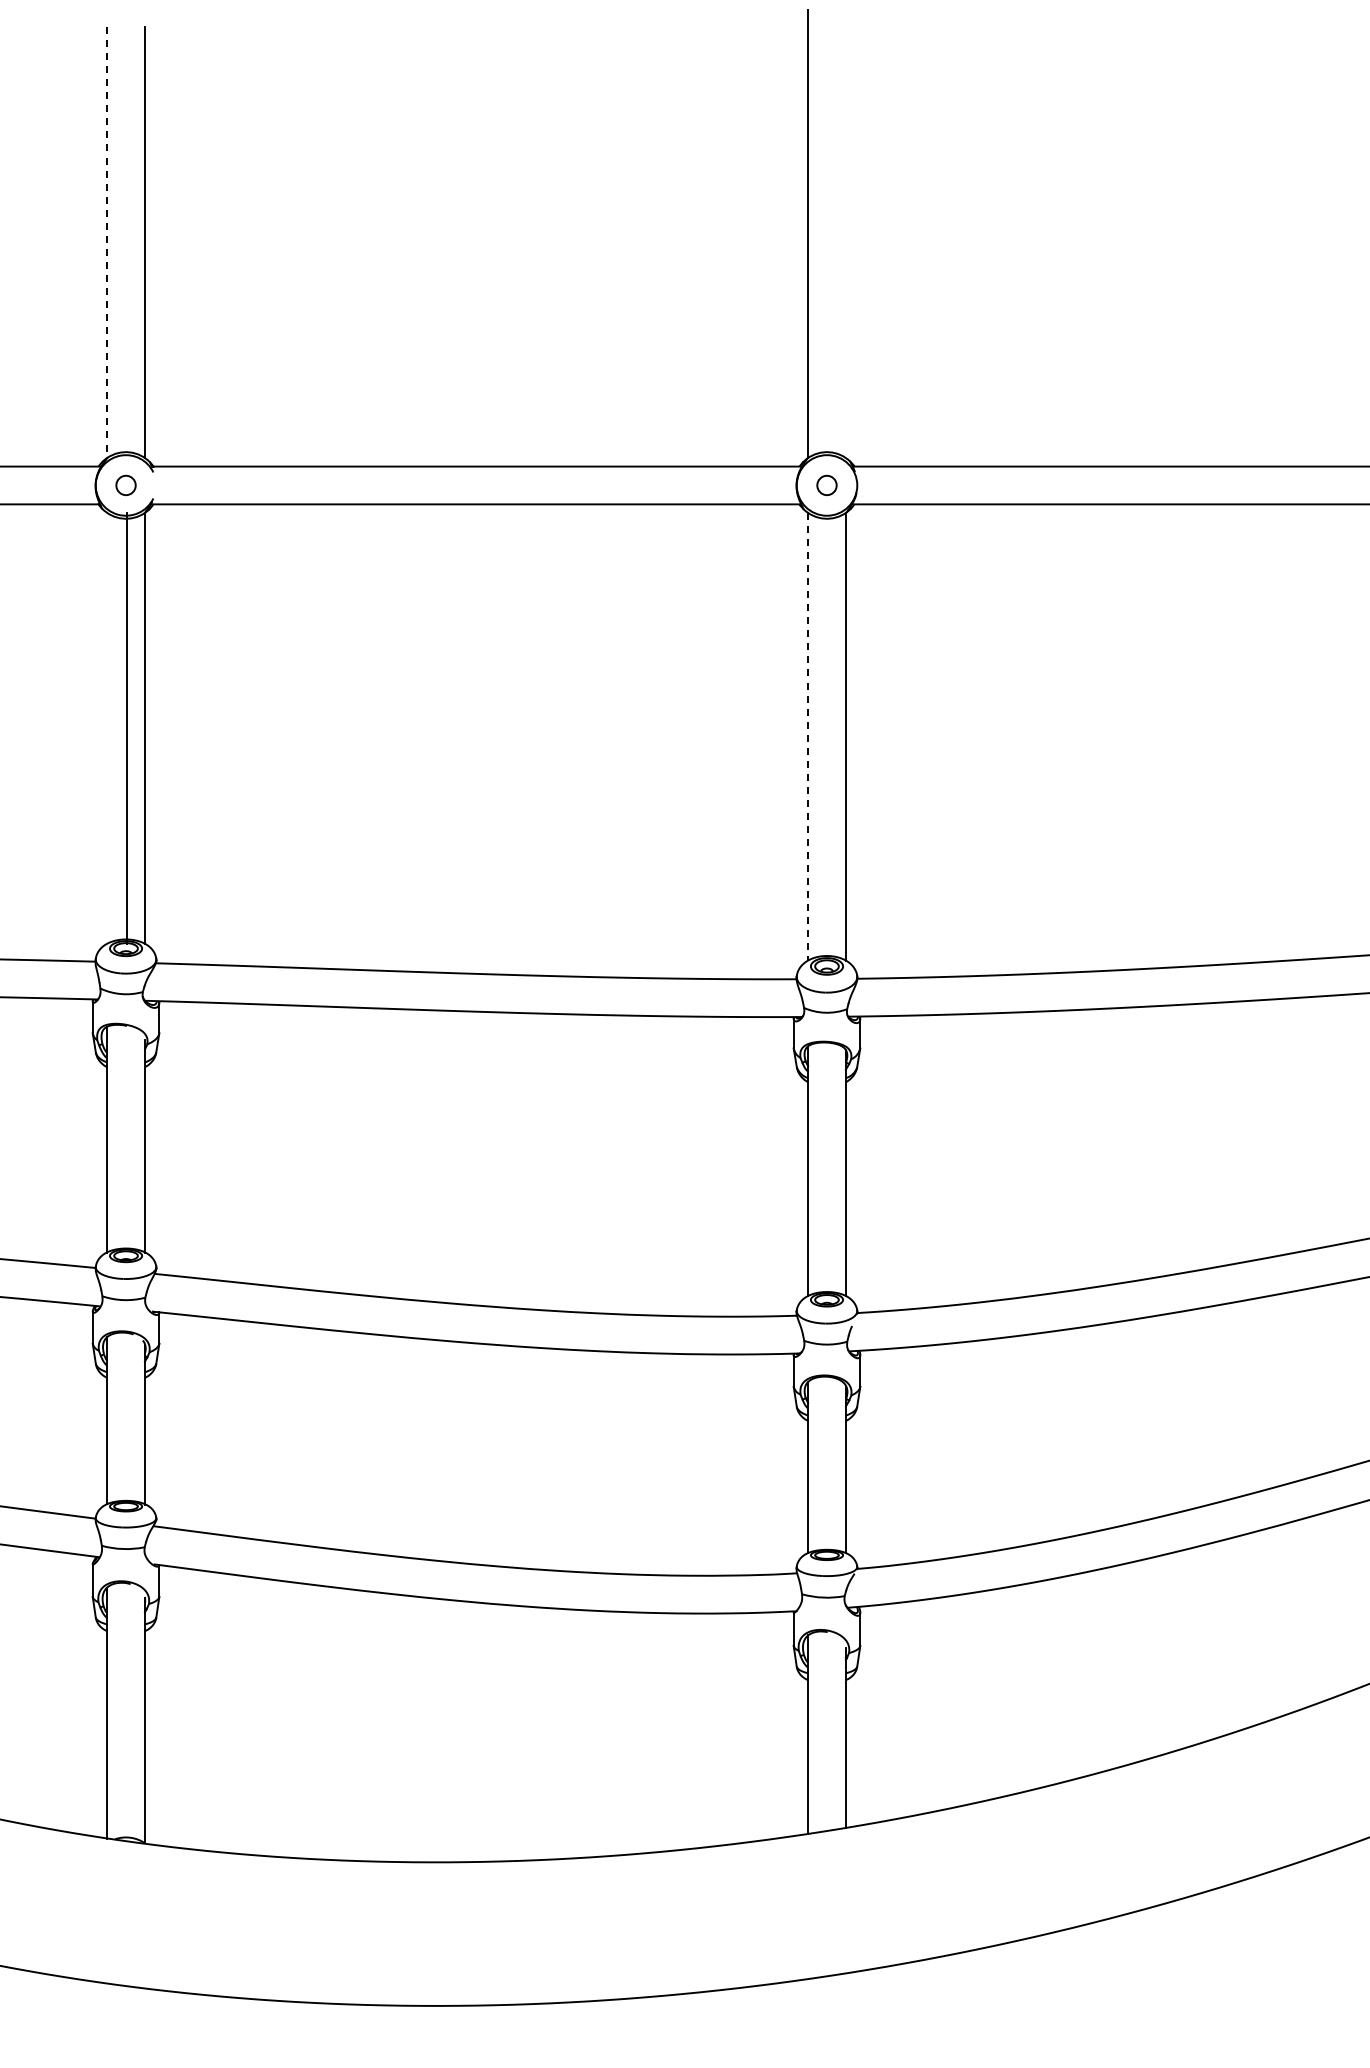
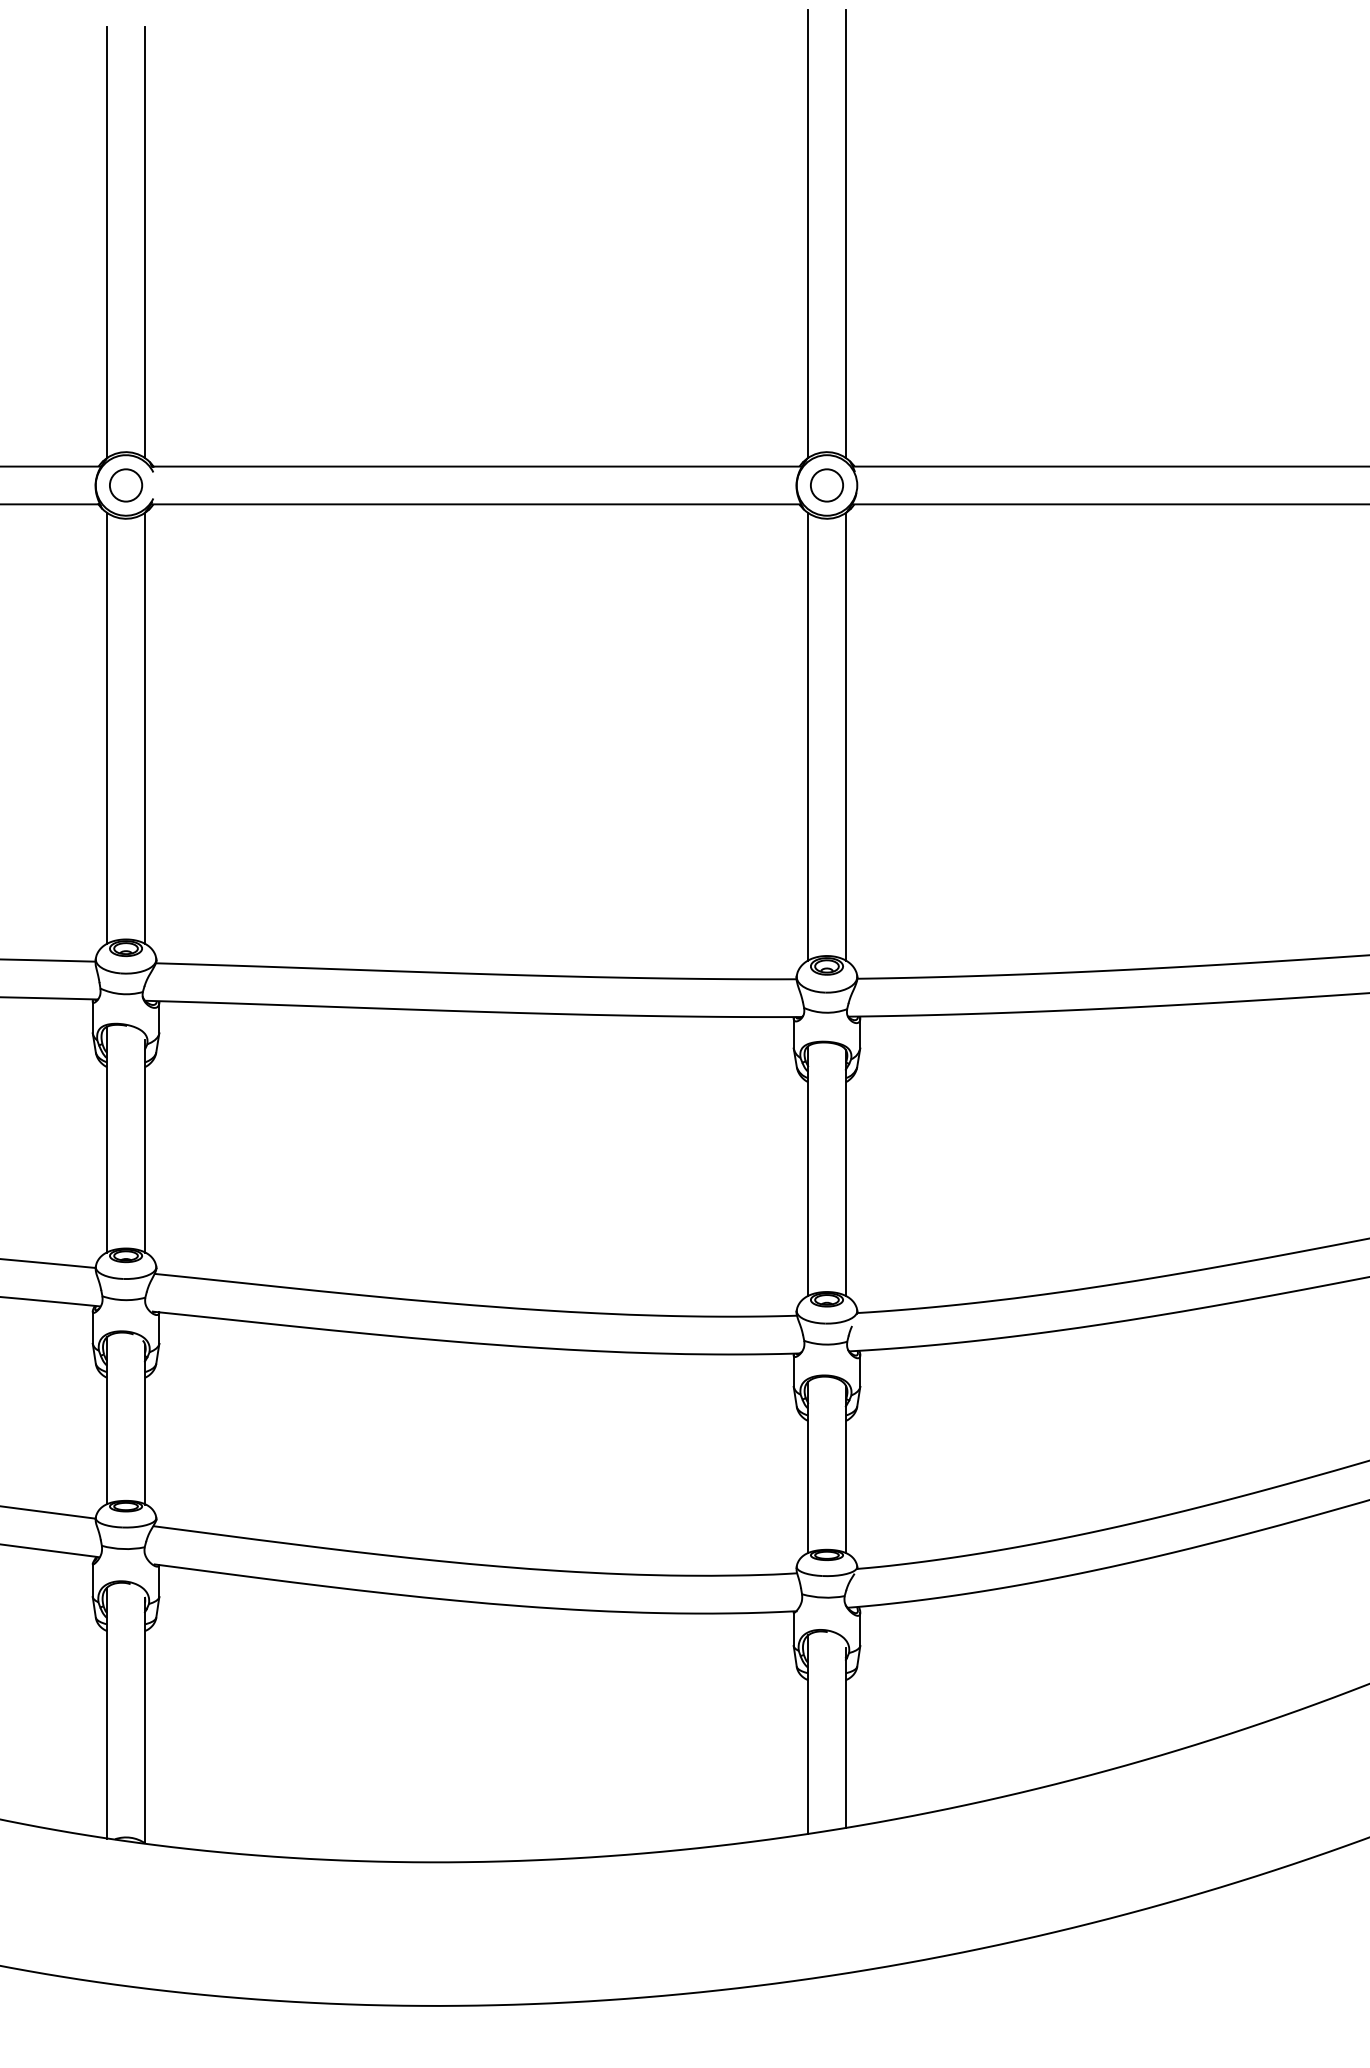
line at (845, 234): none -> present
line at (107, 242): dashed -> solid
circle at (125, 485) diameter: 19 px -> 32 px
circle at (826, 485) diameter: 19 px -> 32 px
line at (127, 728) position: (127, 728) -> (107, 728)
line at (808, 737): dashed -> solid
